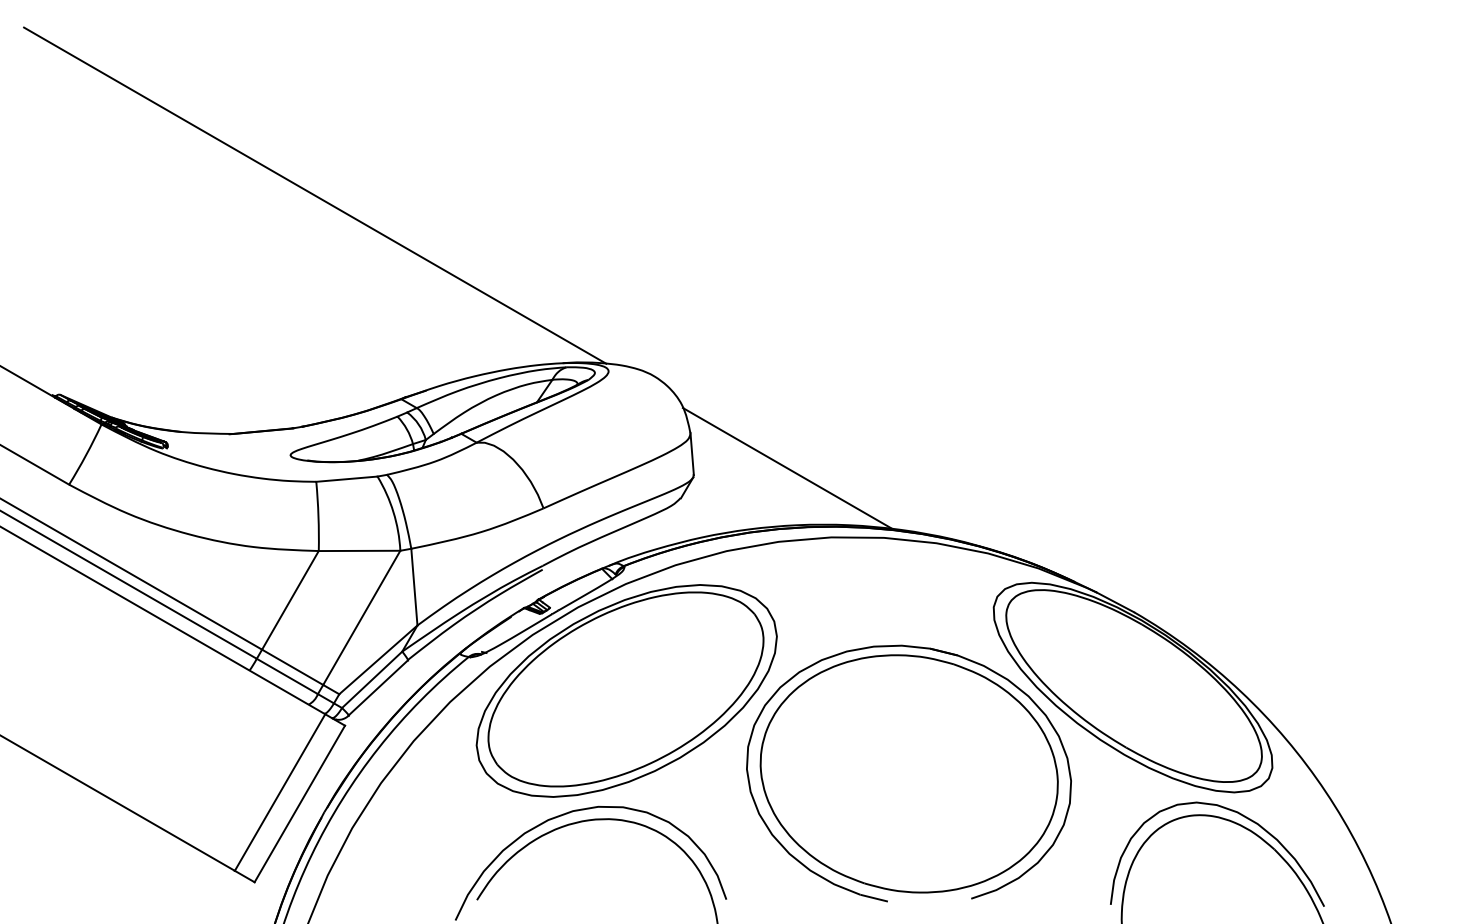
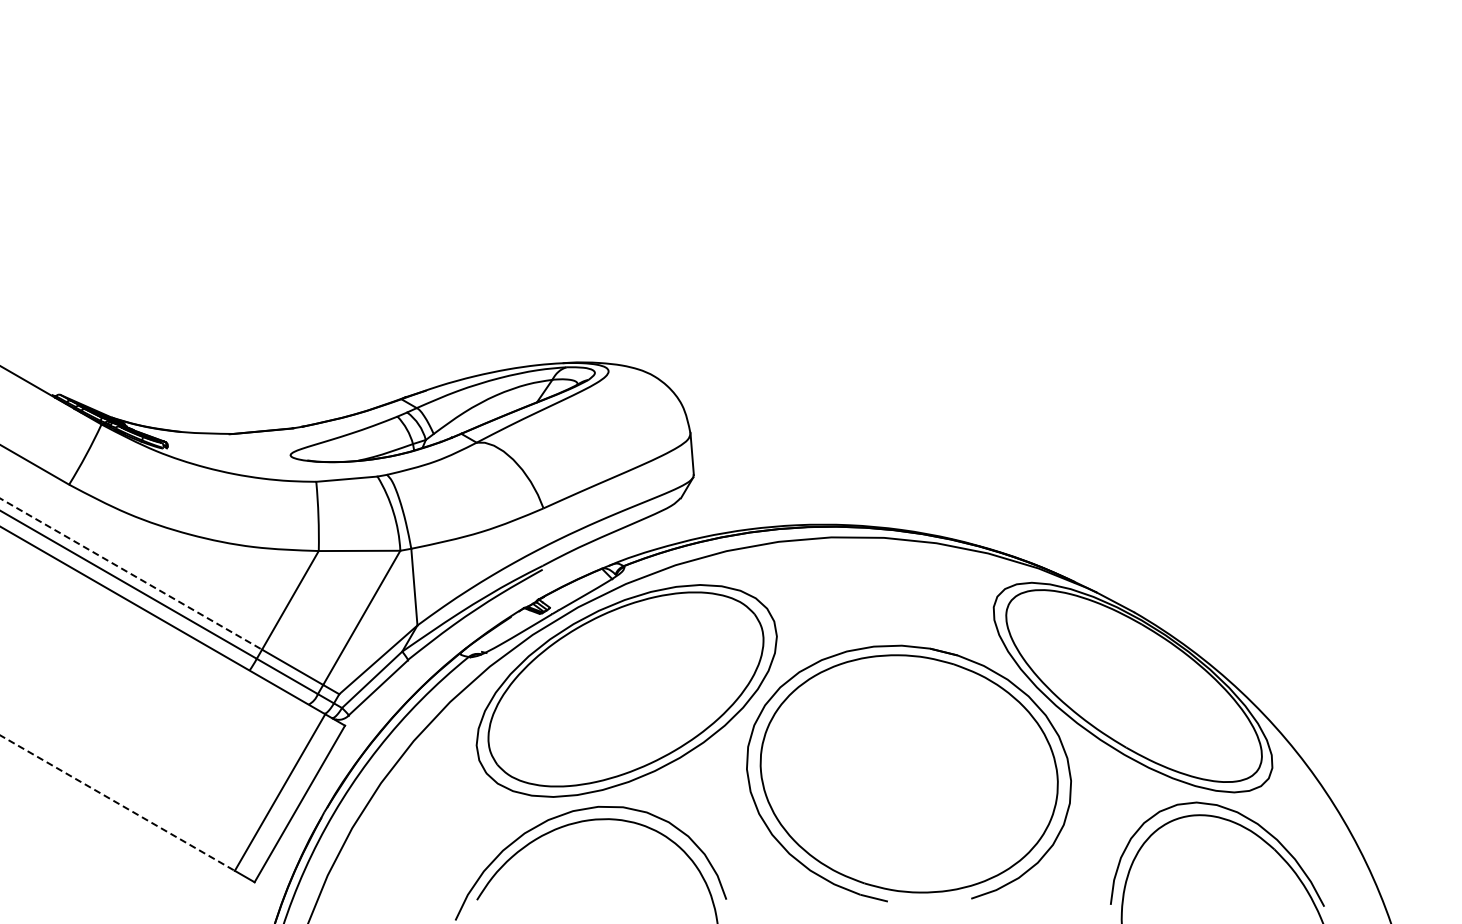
line at (315, 195): present -> none
line at (787, 468): present -> none
line at (131, 574): solid -> dashed
line at (118, 803): solid -> dashed
